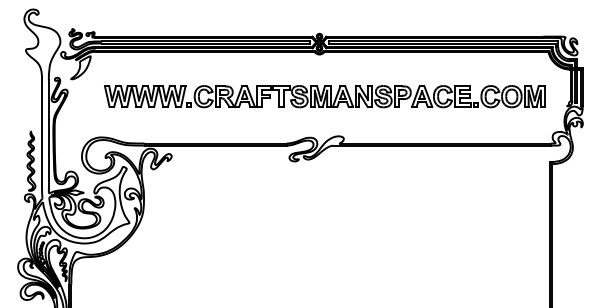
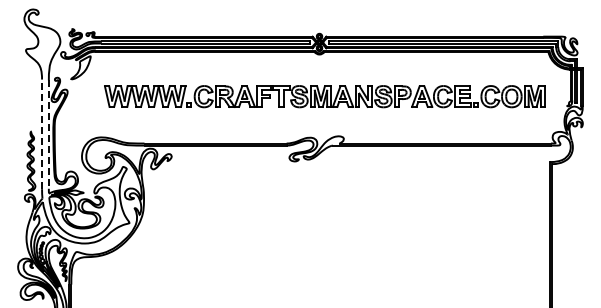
line at (42, 134): solid -> dashed
line at (48, 135): solid -> dashed
